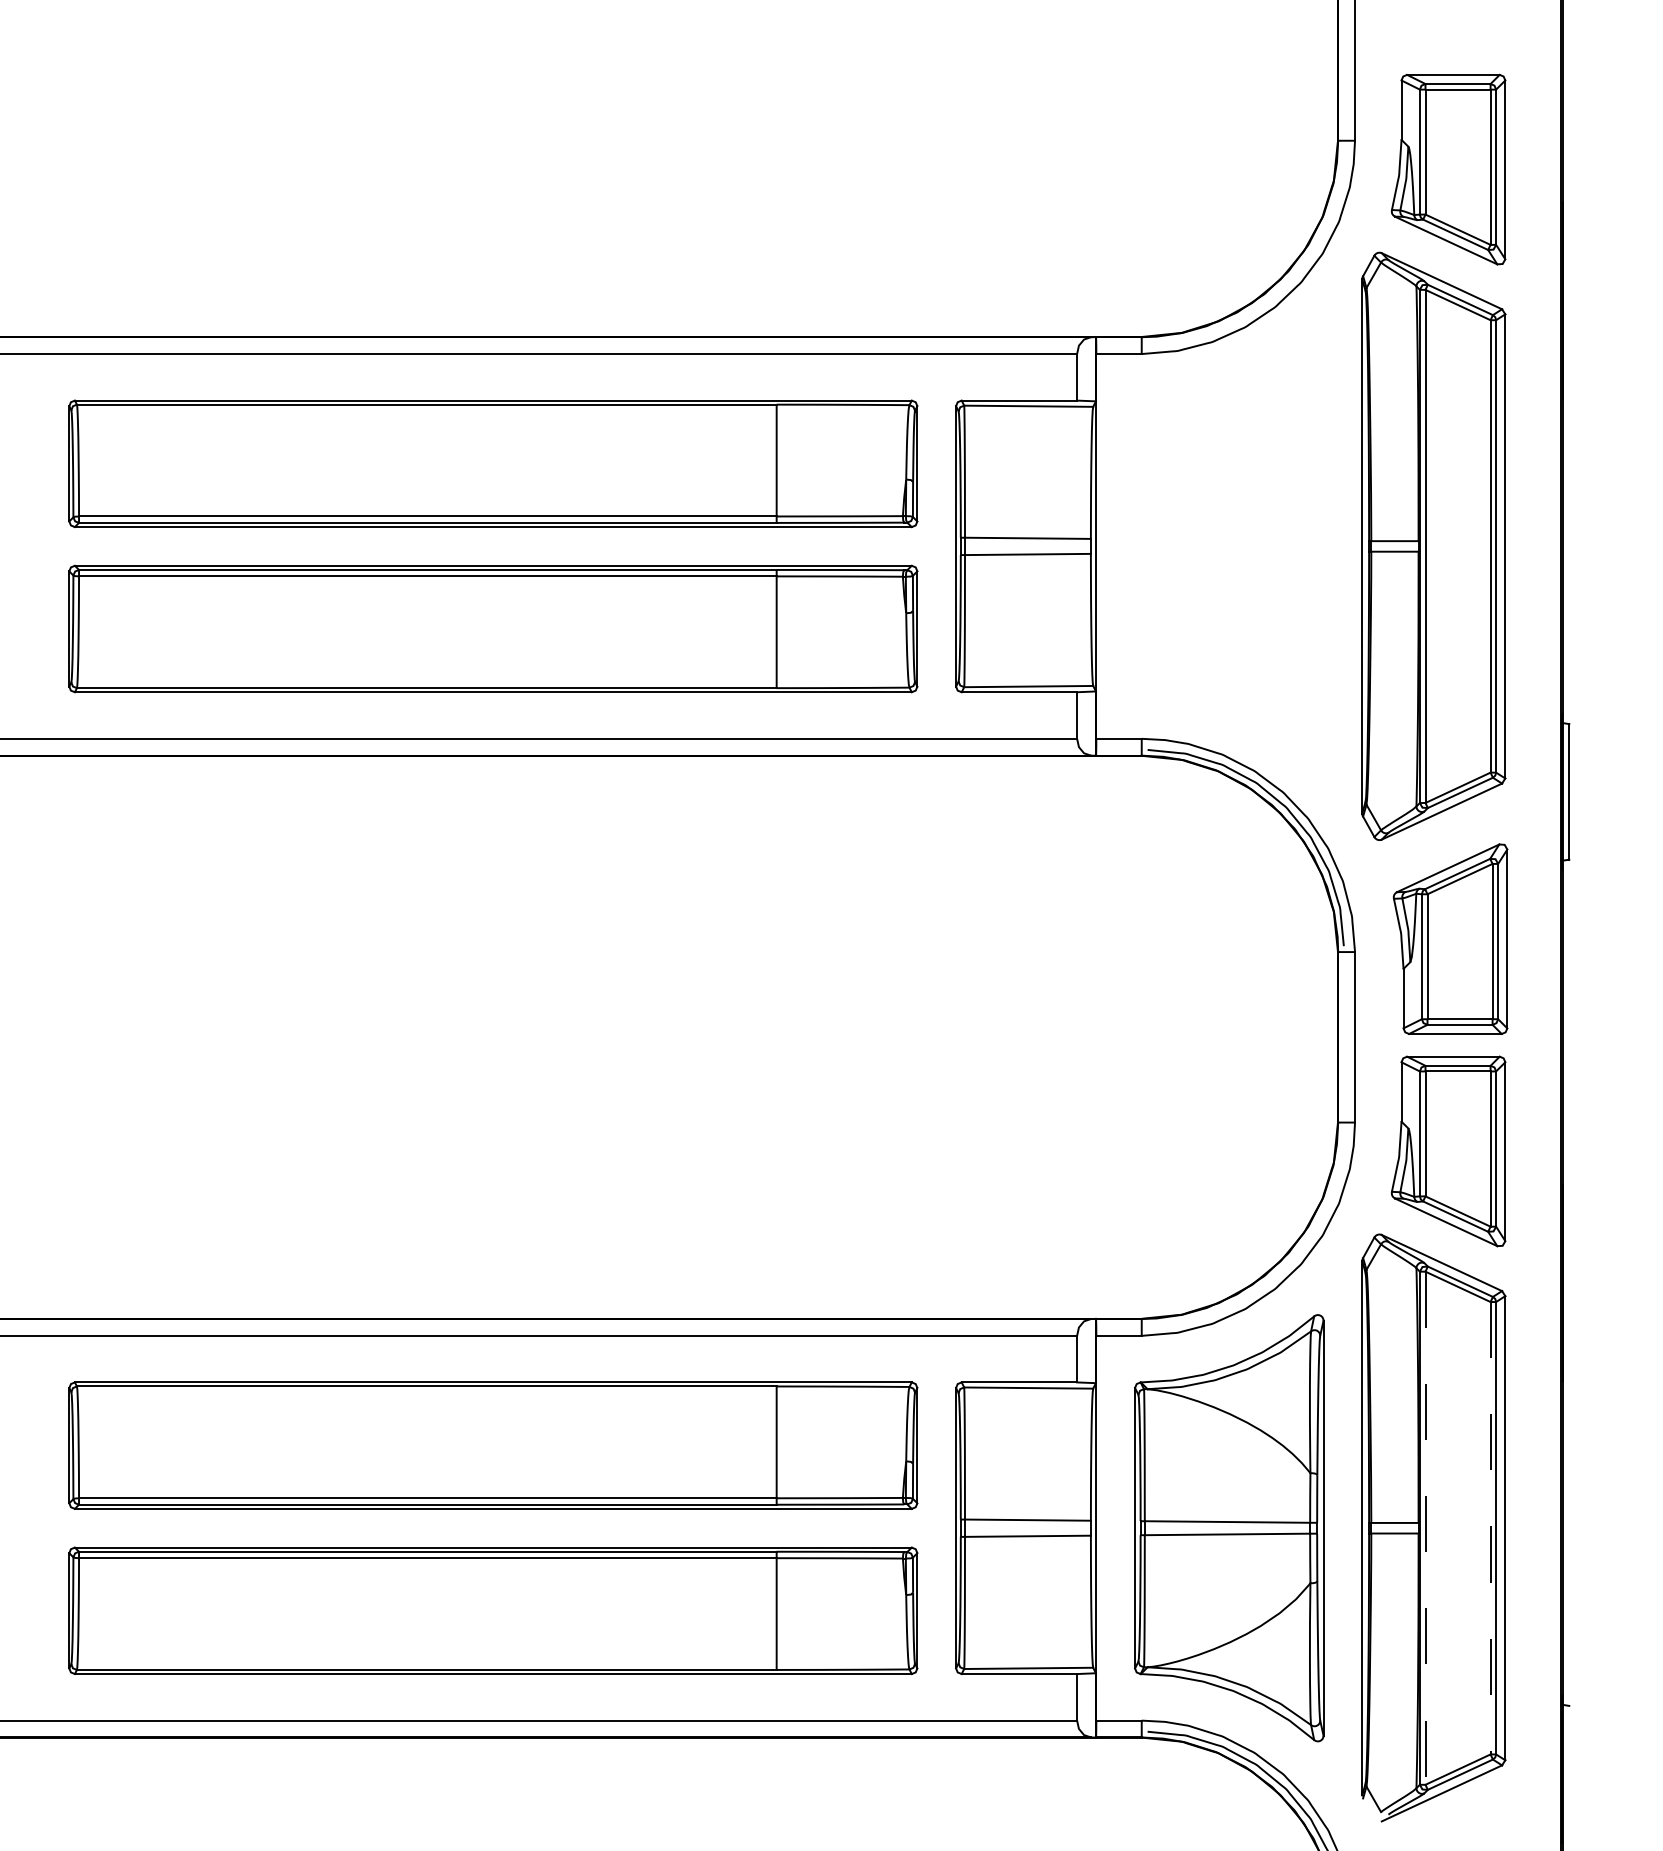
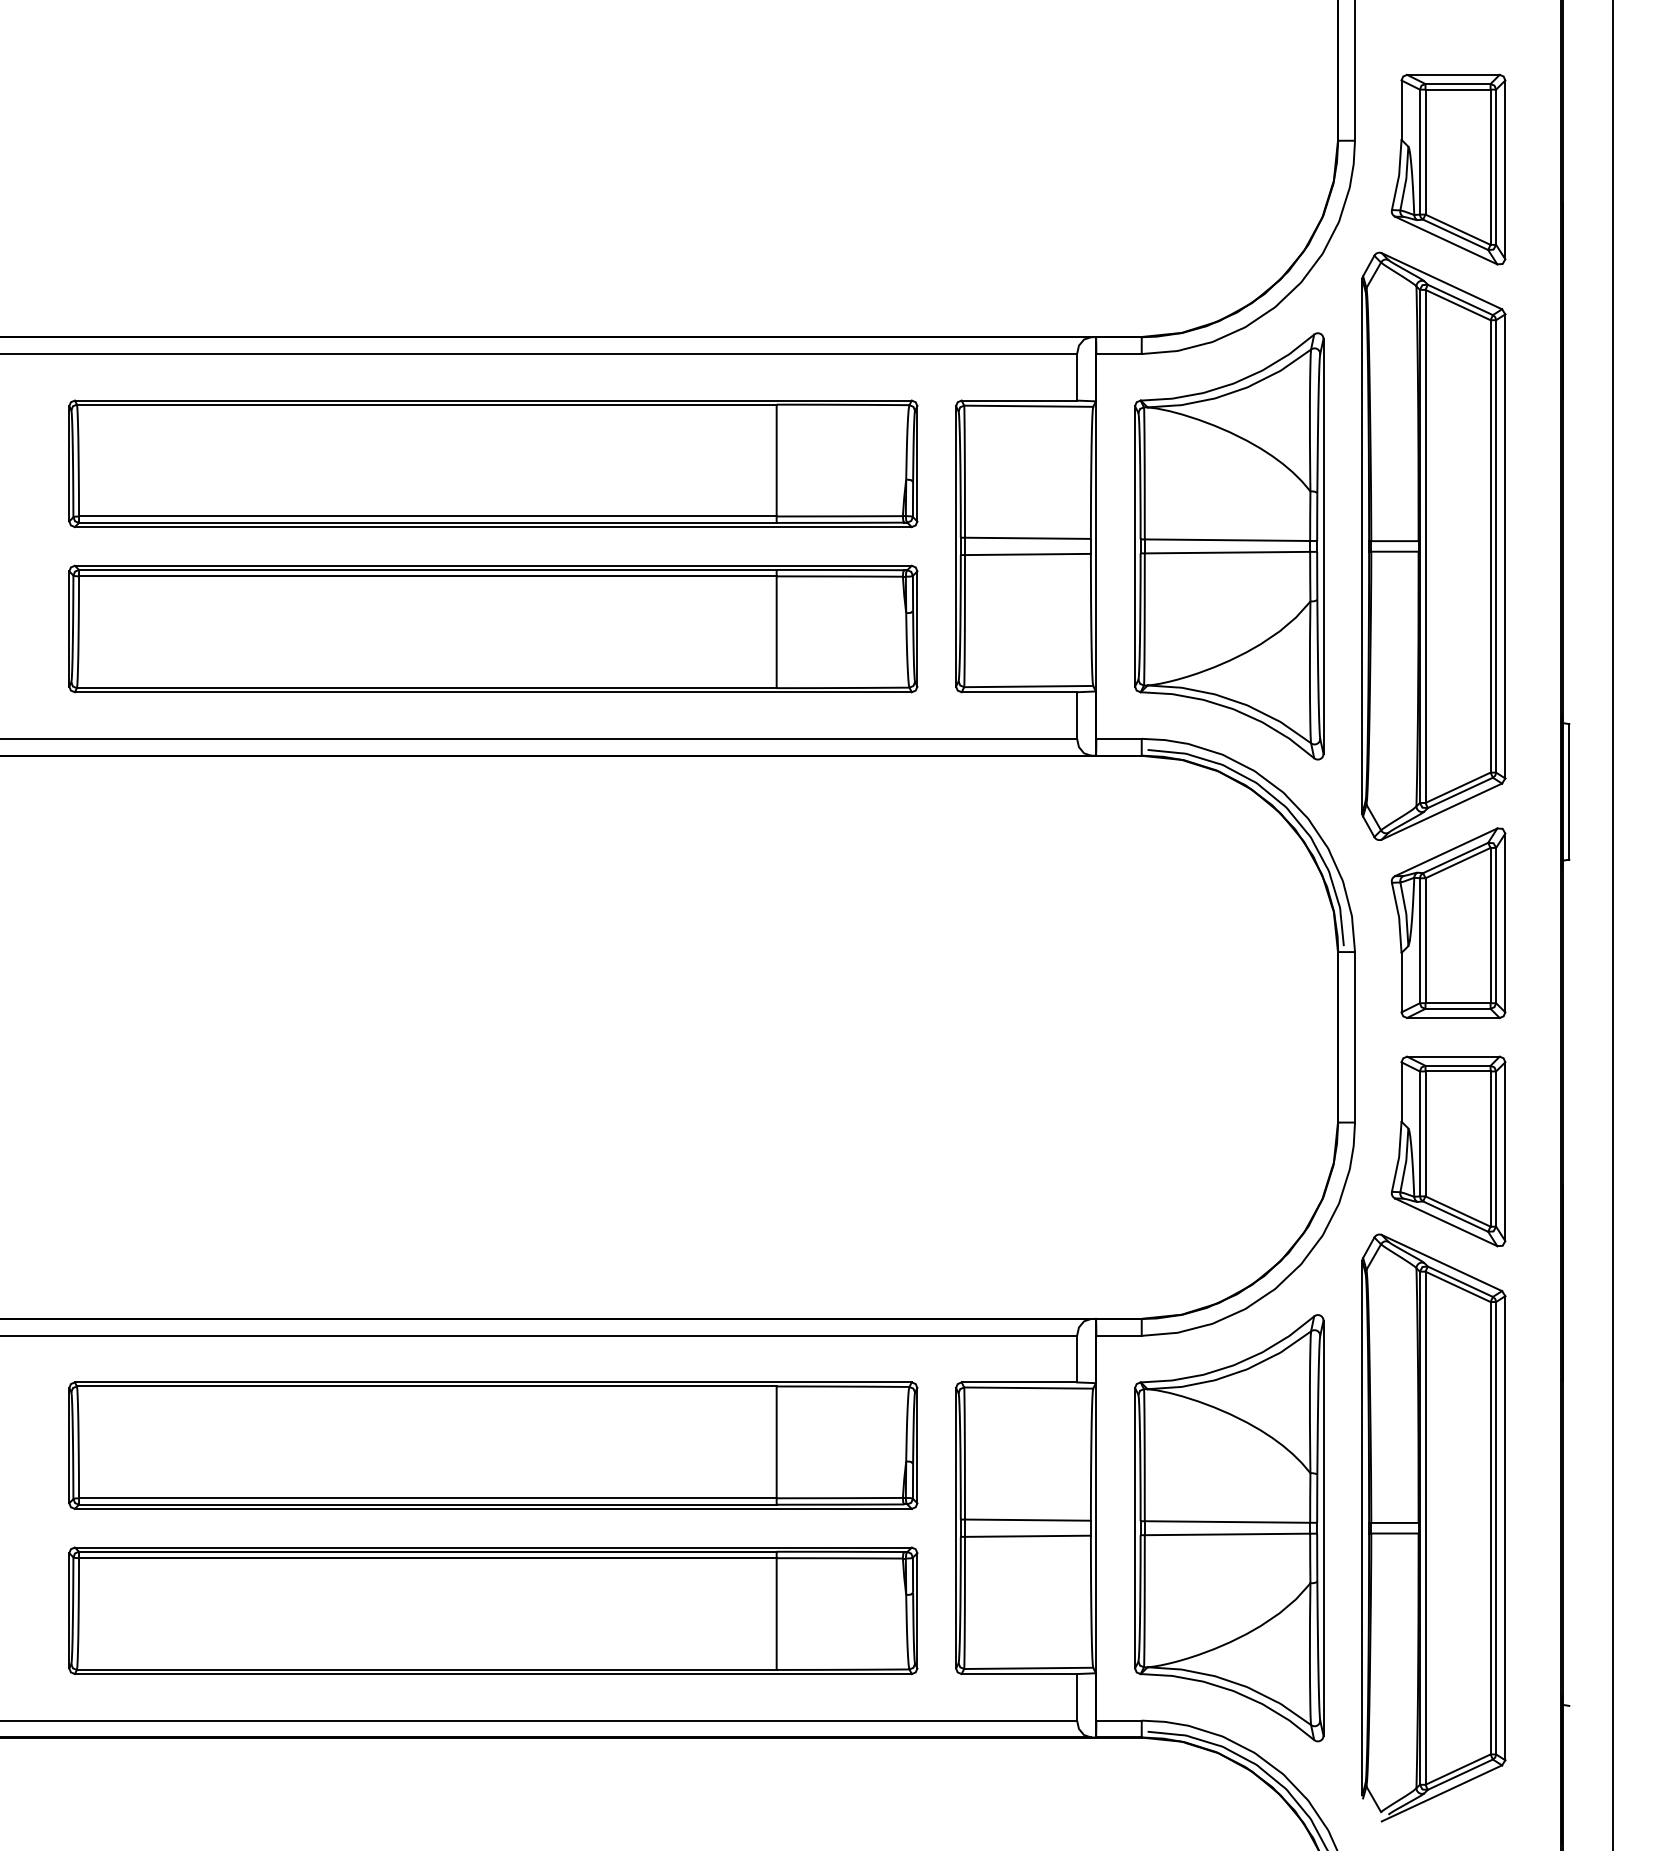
part at (1229, 546): none -> present
line at (1613, 924): none -> present
part at (1450, 938) position: (1450, 938) -> (1448, 922)
line at (1425, 1528): dashed -> solid
line at (1490, 1528): dashed -> solid
